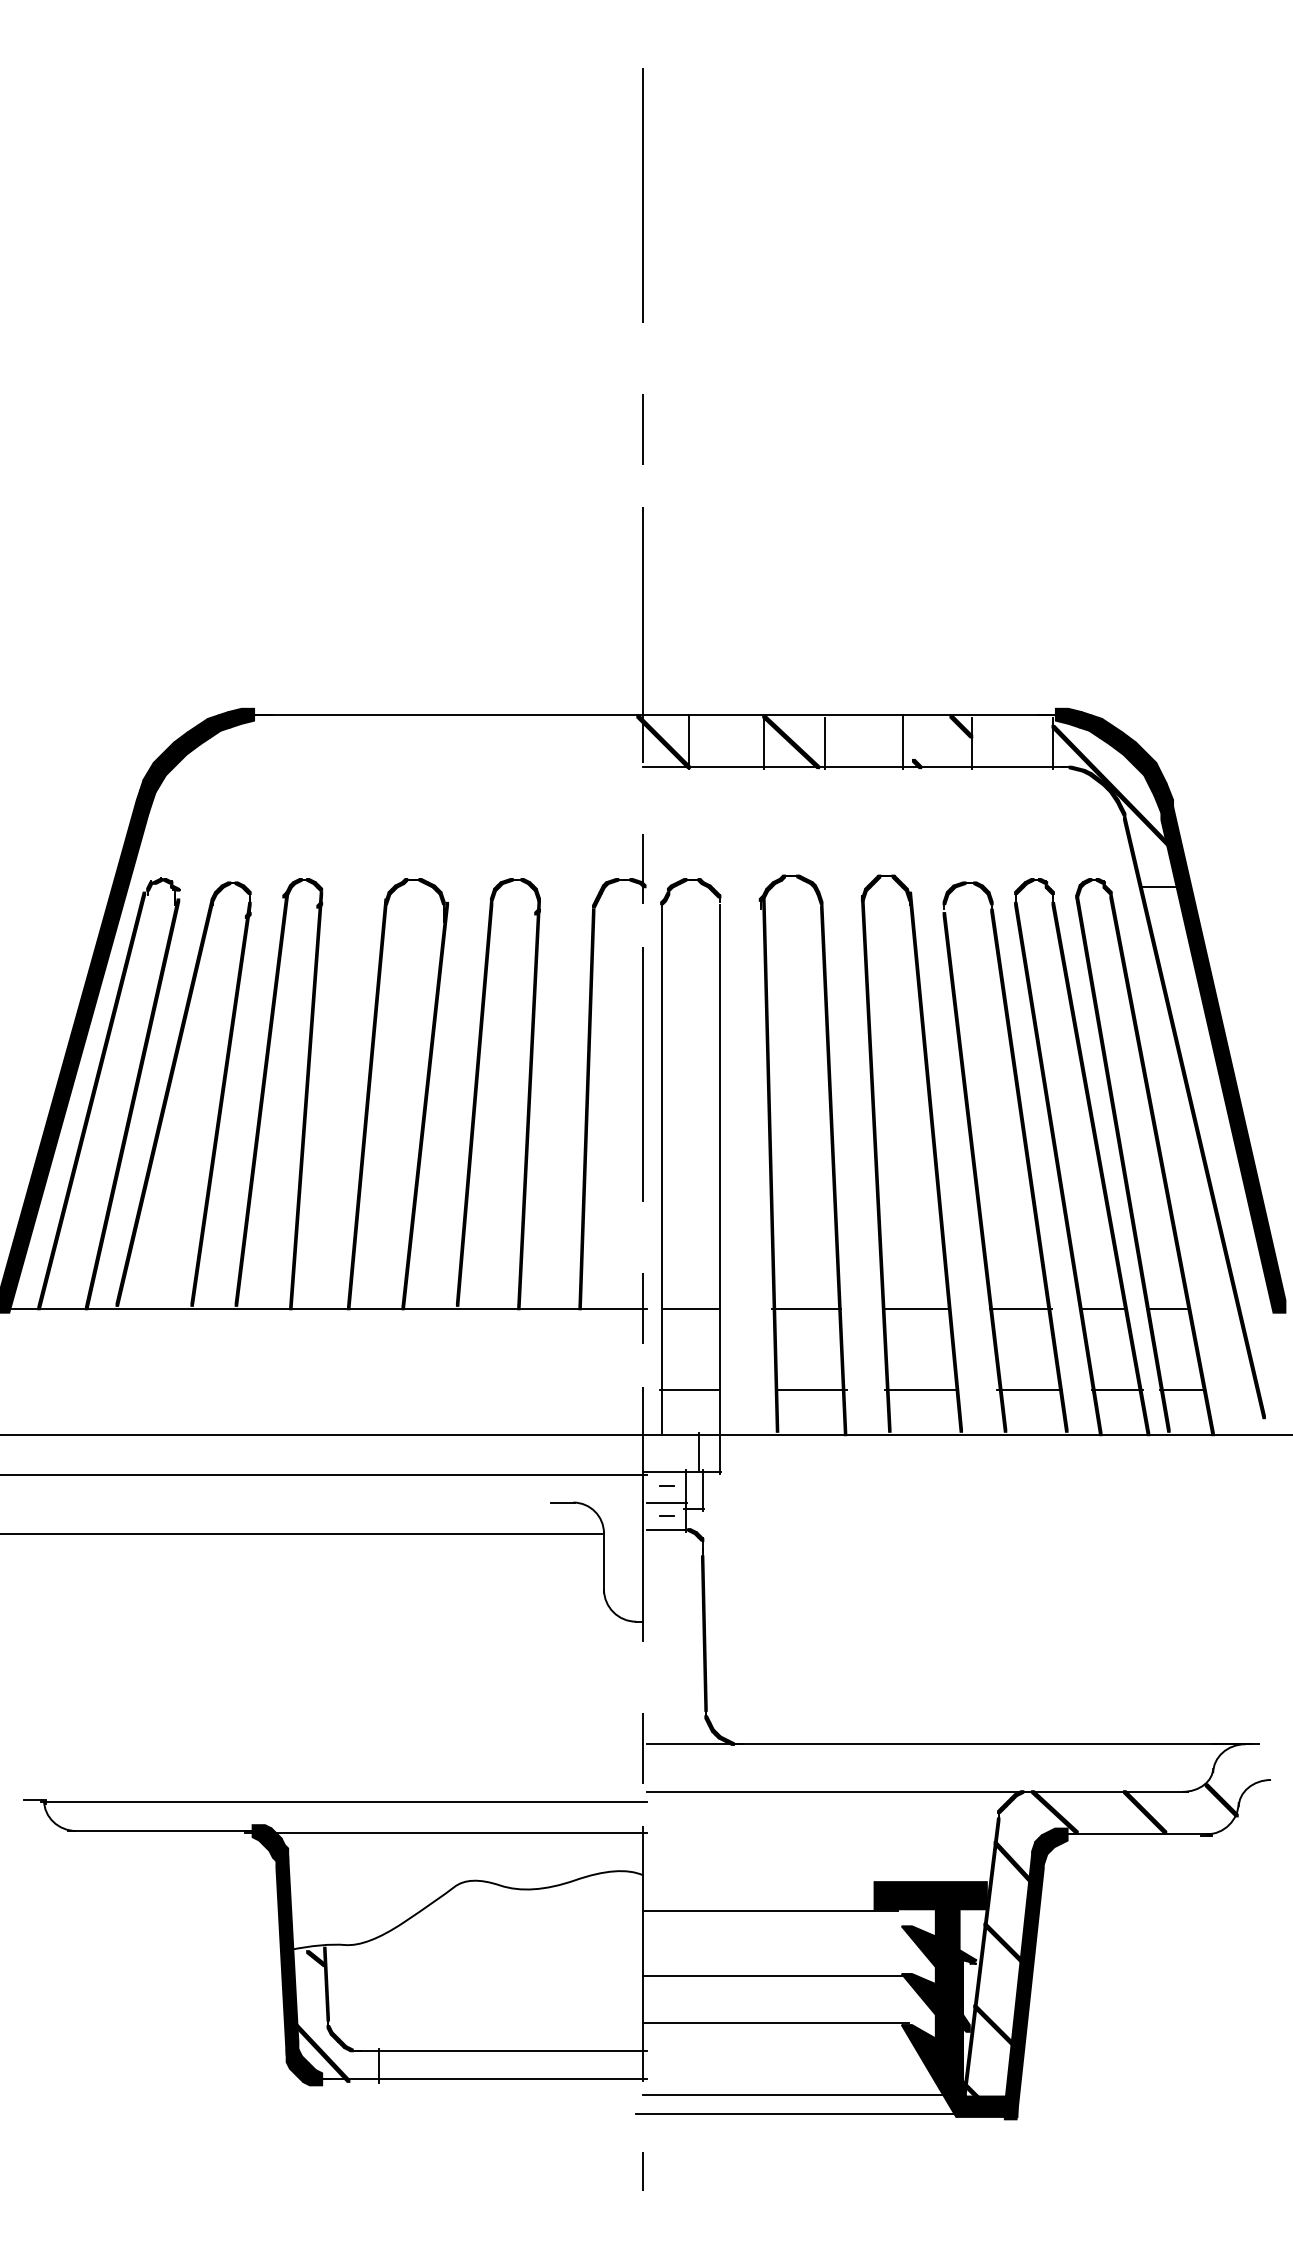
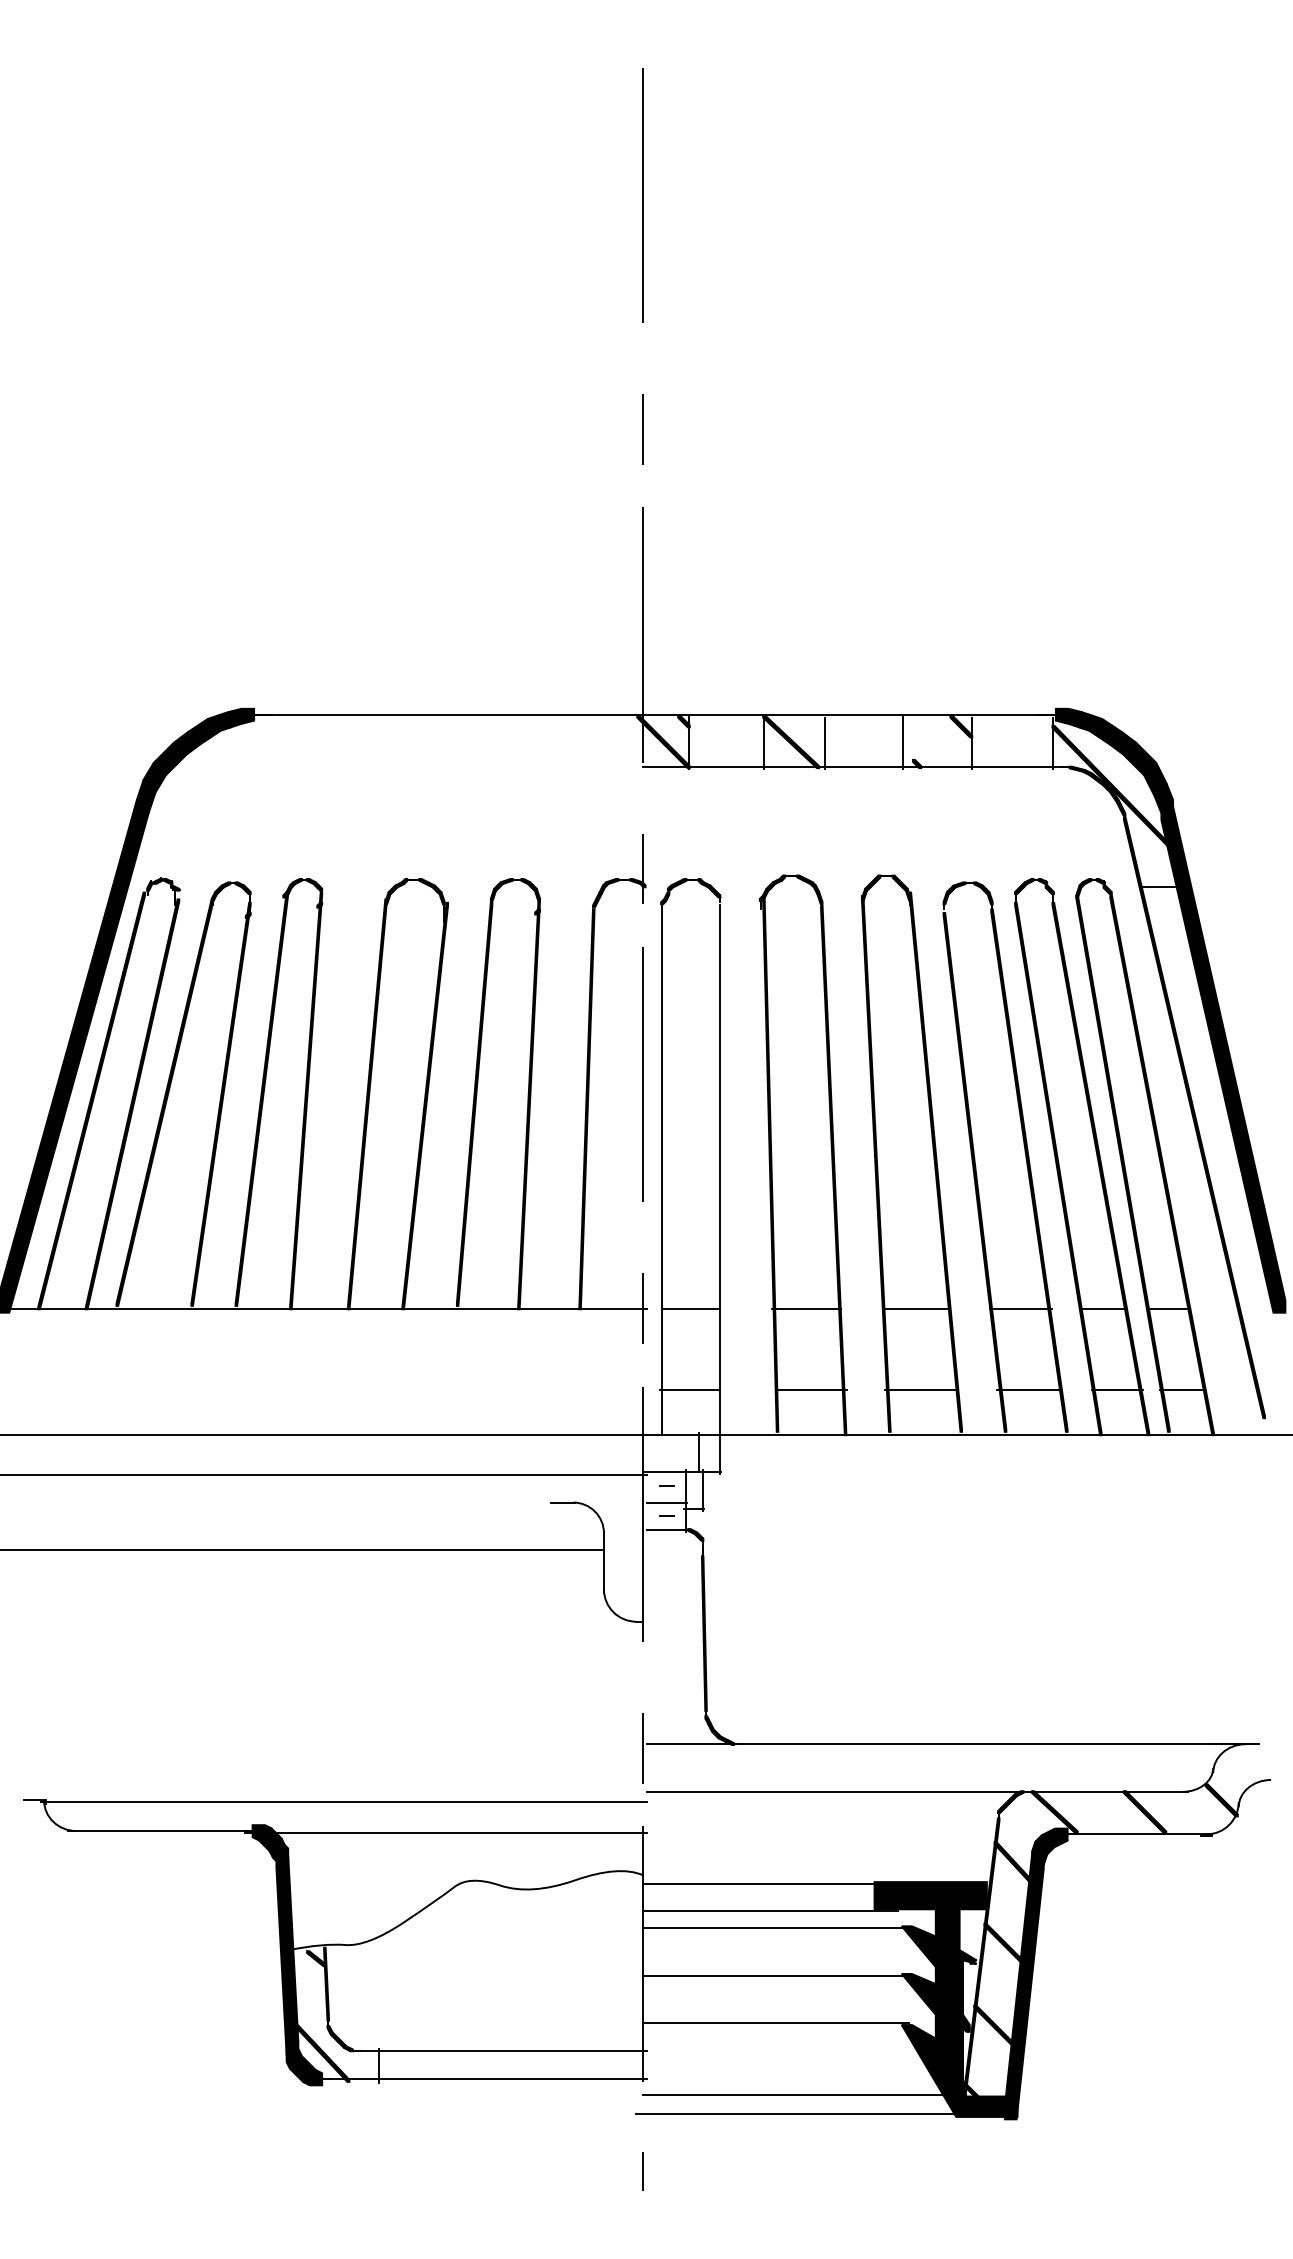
fill at (683, 721): none -> present
line at (302, 1534) position: (302, 1534) -> (302, 1550)
line at (770, 1883): none -> present
line at (775, 1928): none -> present
